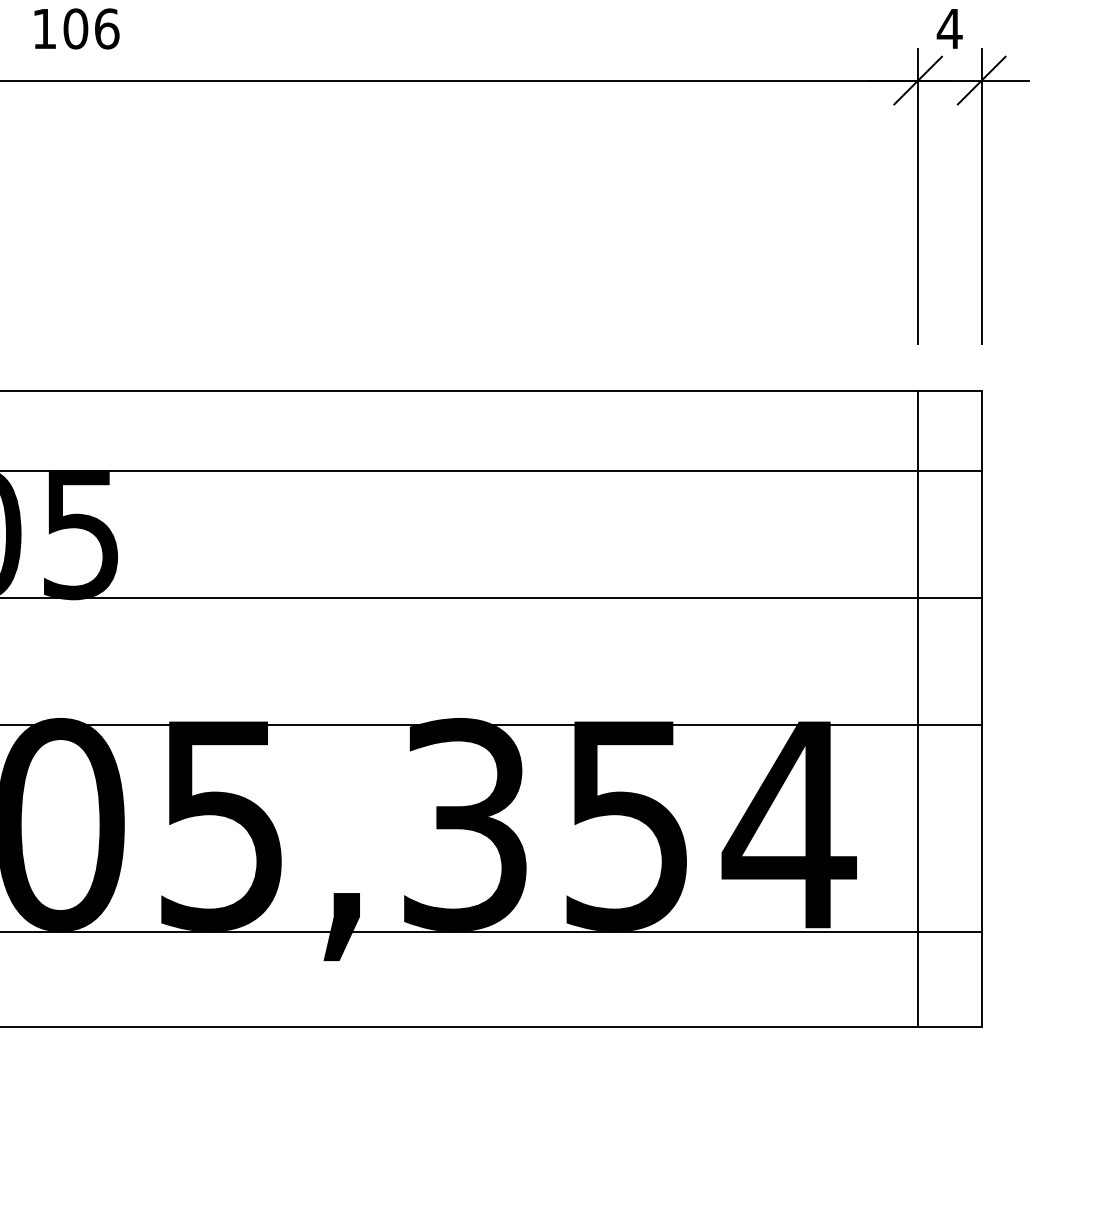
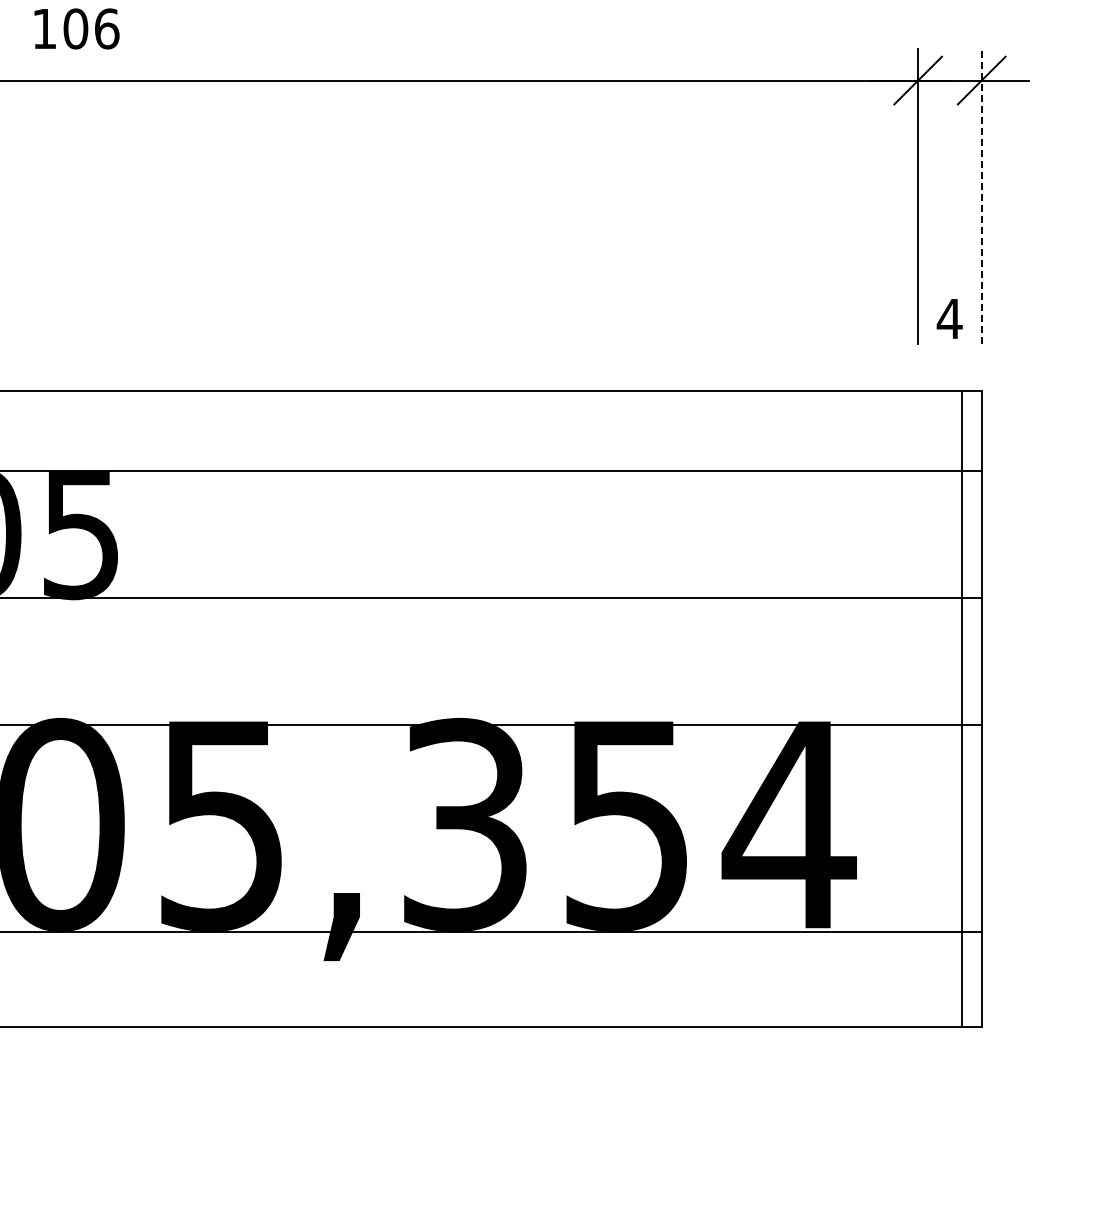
text at (949, 28) position: (949, 28) -> (949, 318)
line at (981, 195): solid -> dashed
line at (918, 708) position: (918, 708) -> (962, 708)
